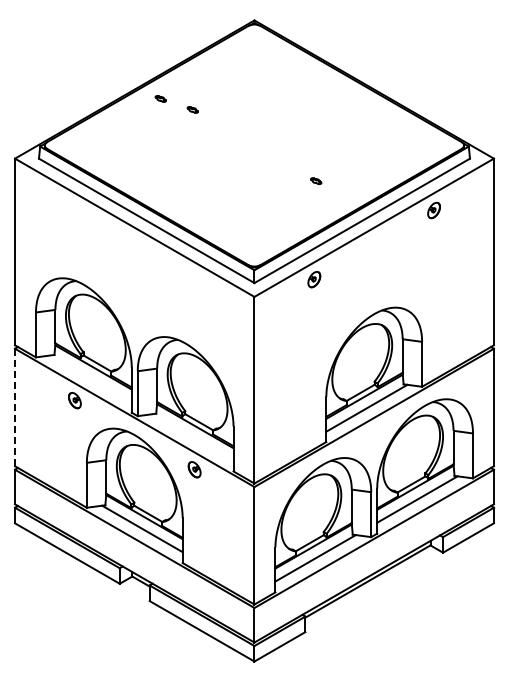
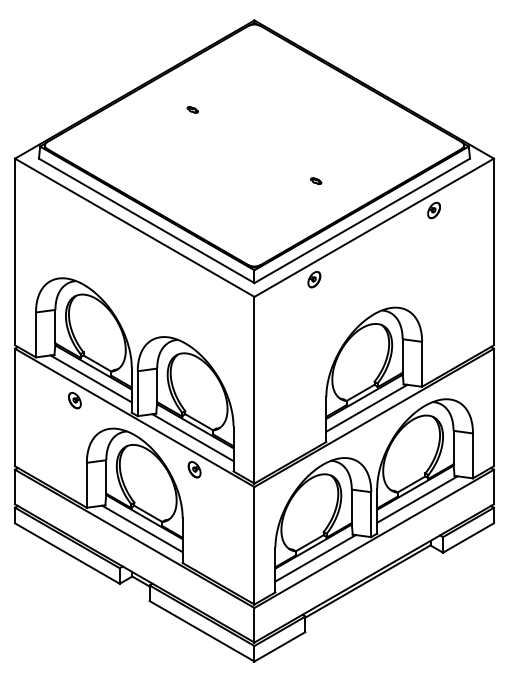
part at (160, 98): present -> none
line at (90, 378): none -> present
line at (15, 407): dashed -> solid
line at (192, 437): none -> present
